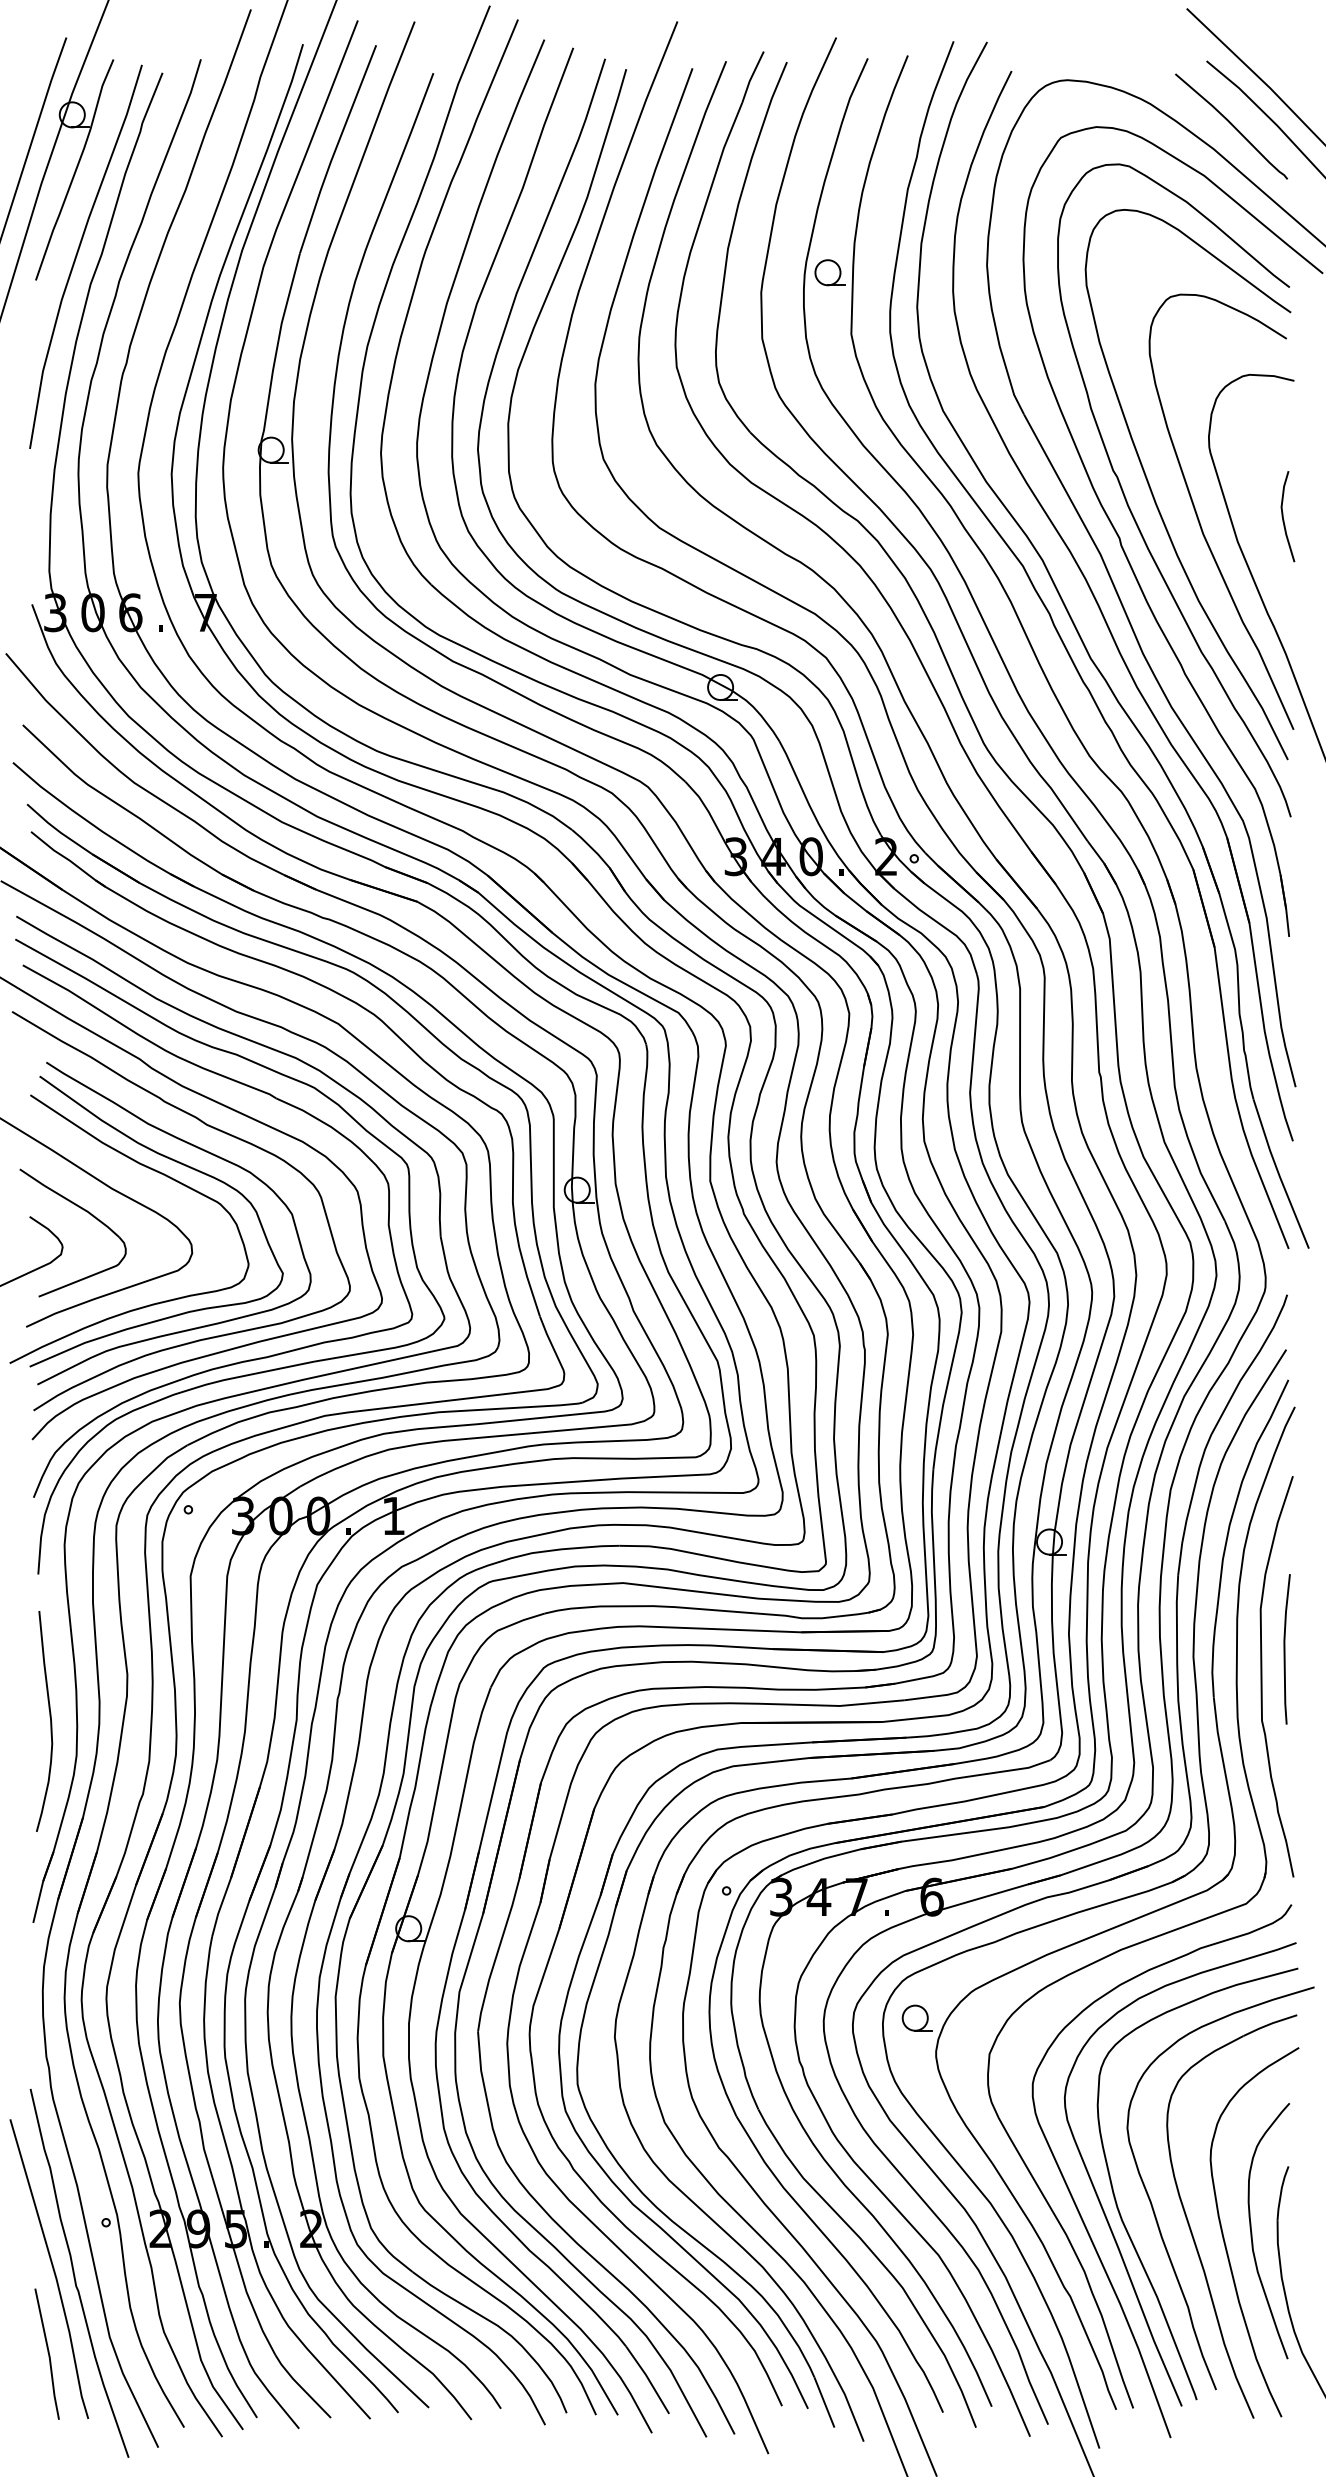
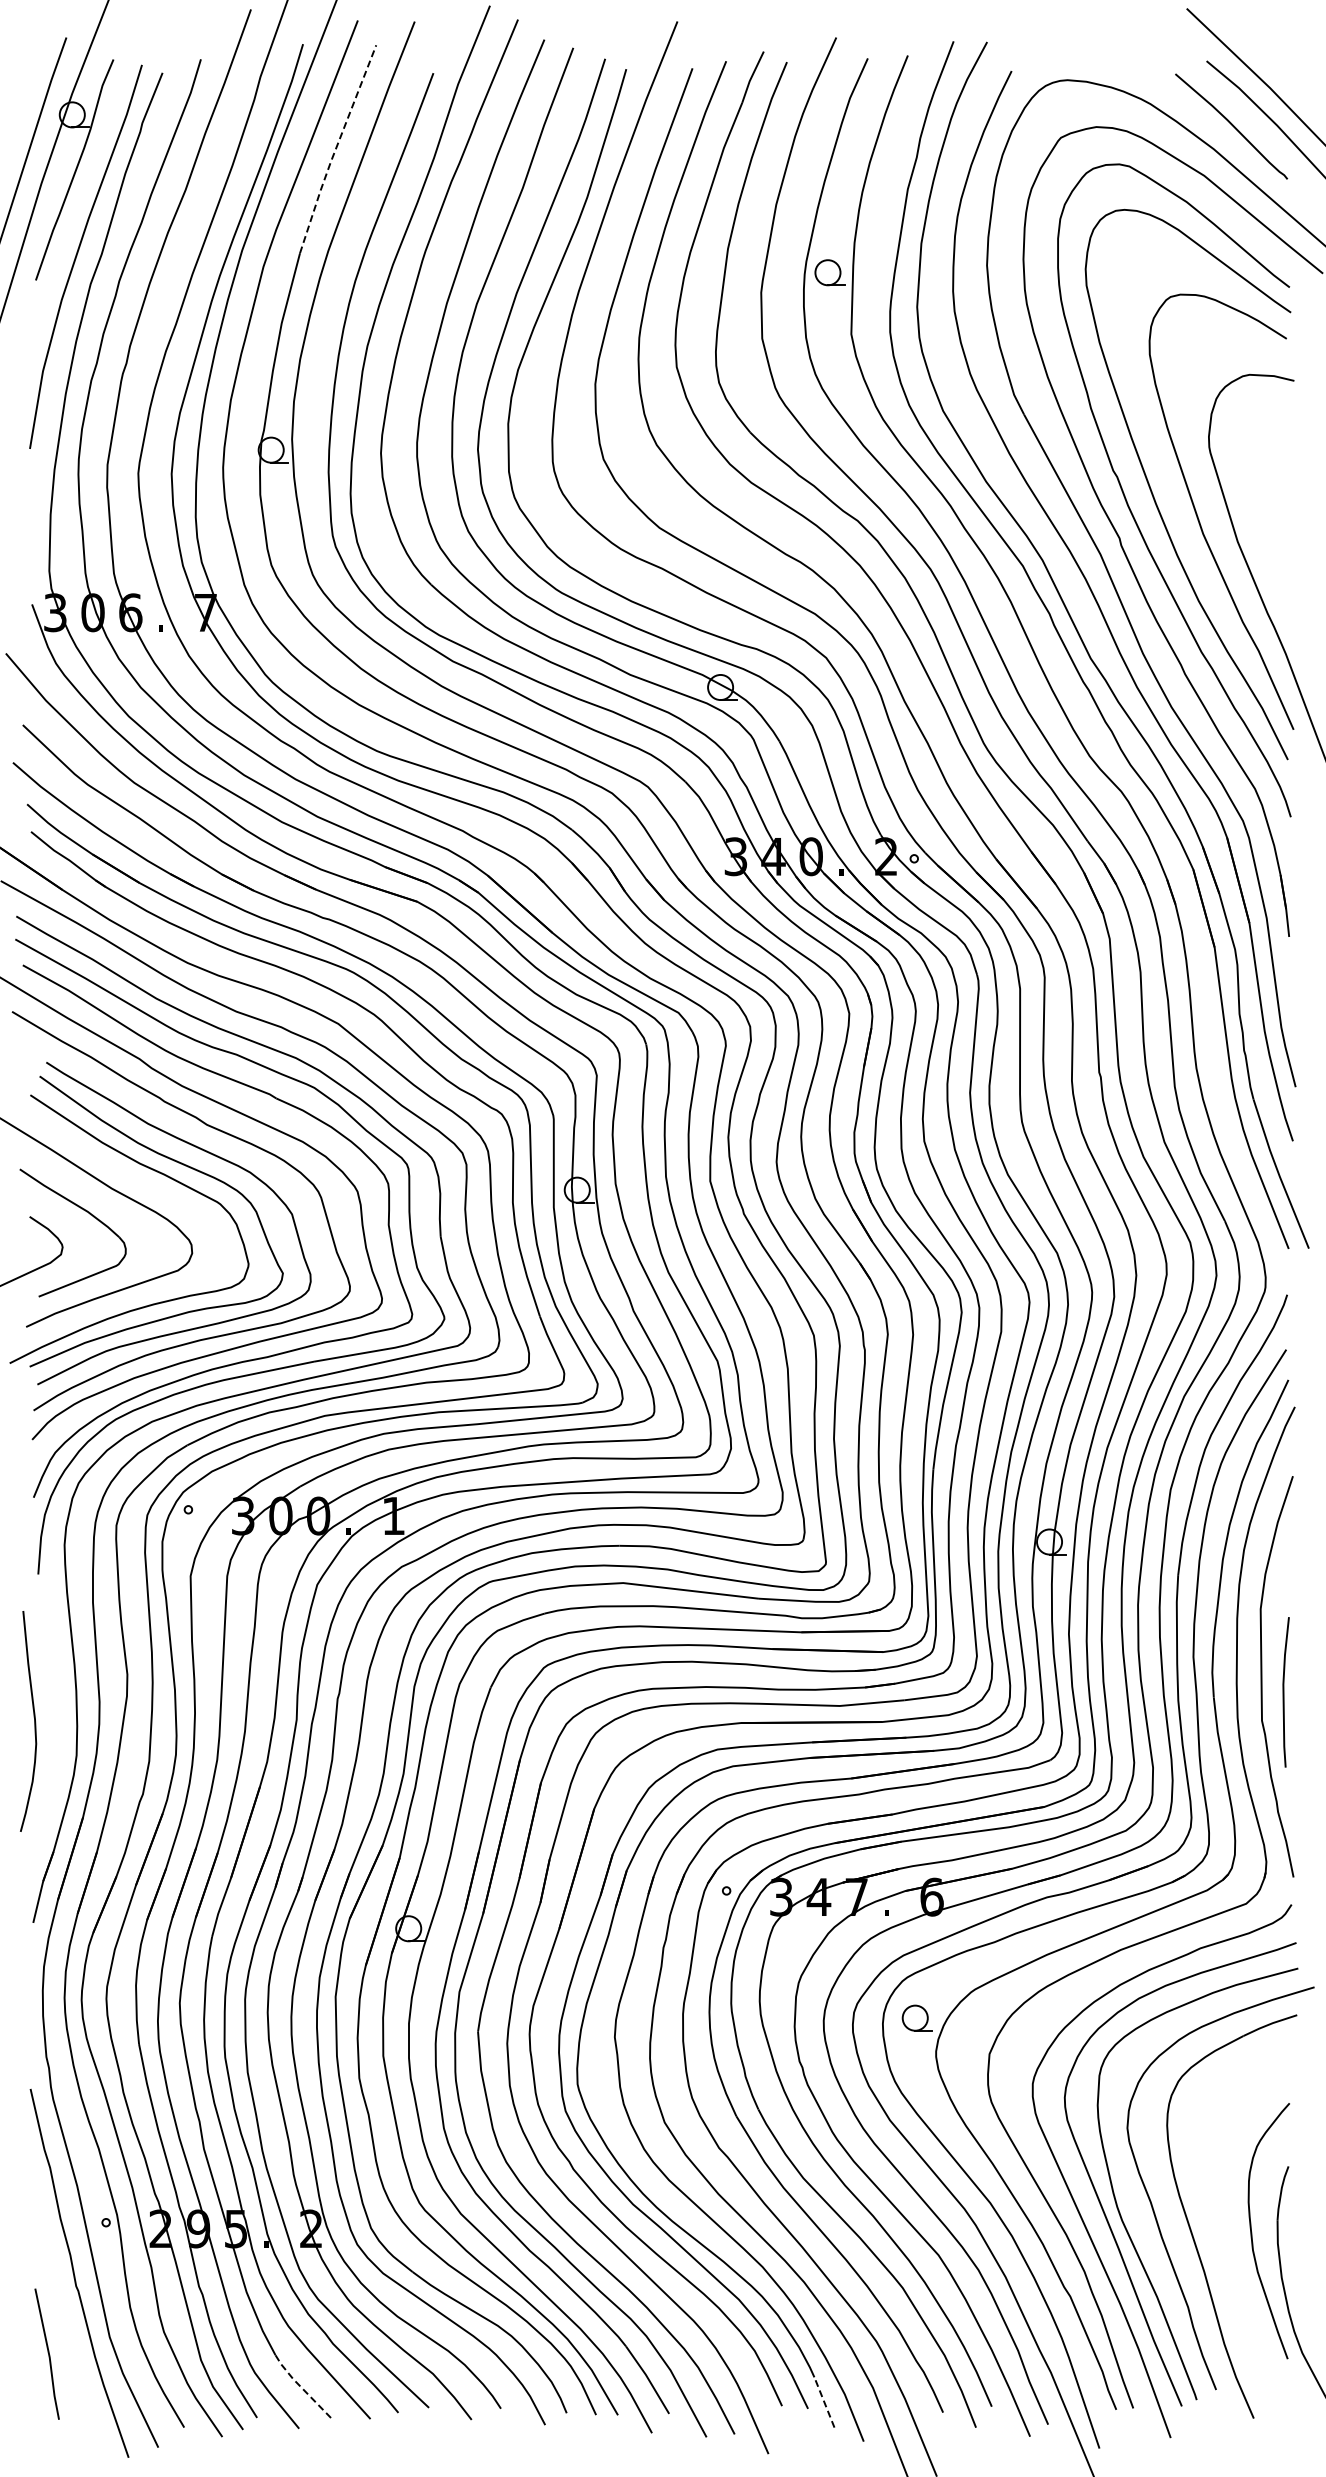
line at (335, 149): solid -> dashed
curve at (1283, 516): present -> none
line at (1285, 1649) position: (1285, 1649) -> (1284, 1692)
curve at (50, 1721) position: (50, 1721) -> (34, 1721)
curve at (1225, 2241): present -> none
line at (52, 2268): present -> none
line at (300, 2386): solid -> dashed
line at (824, 2402): solid -> dashed
